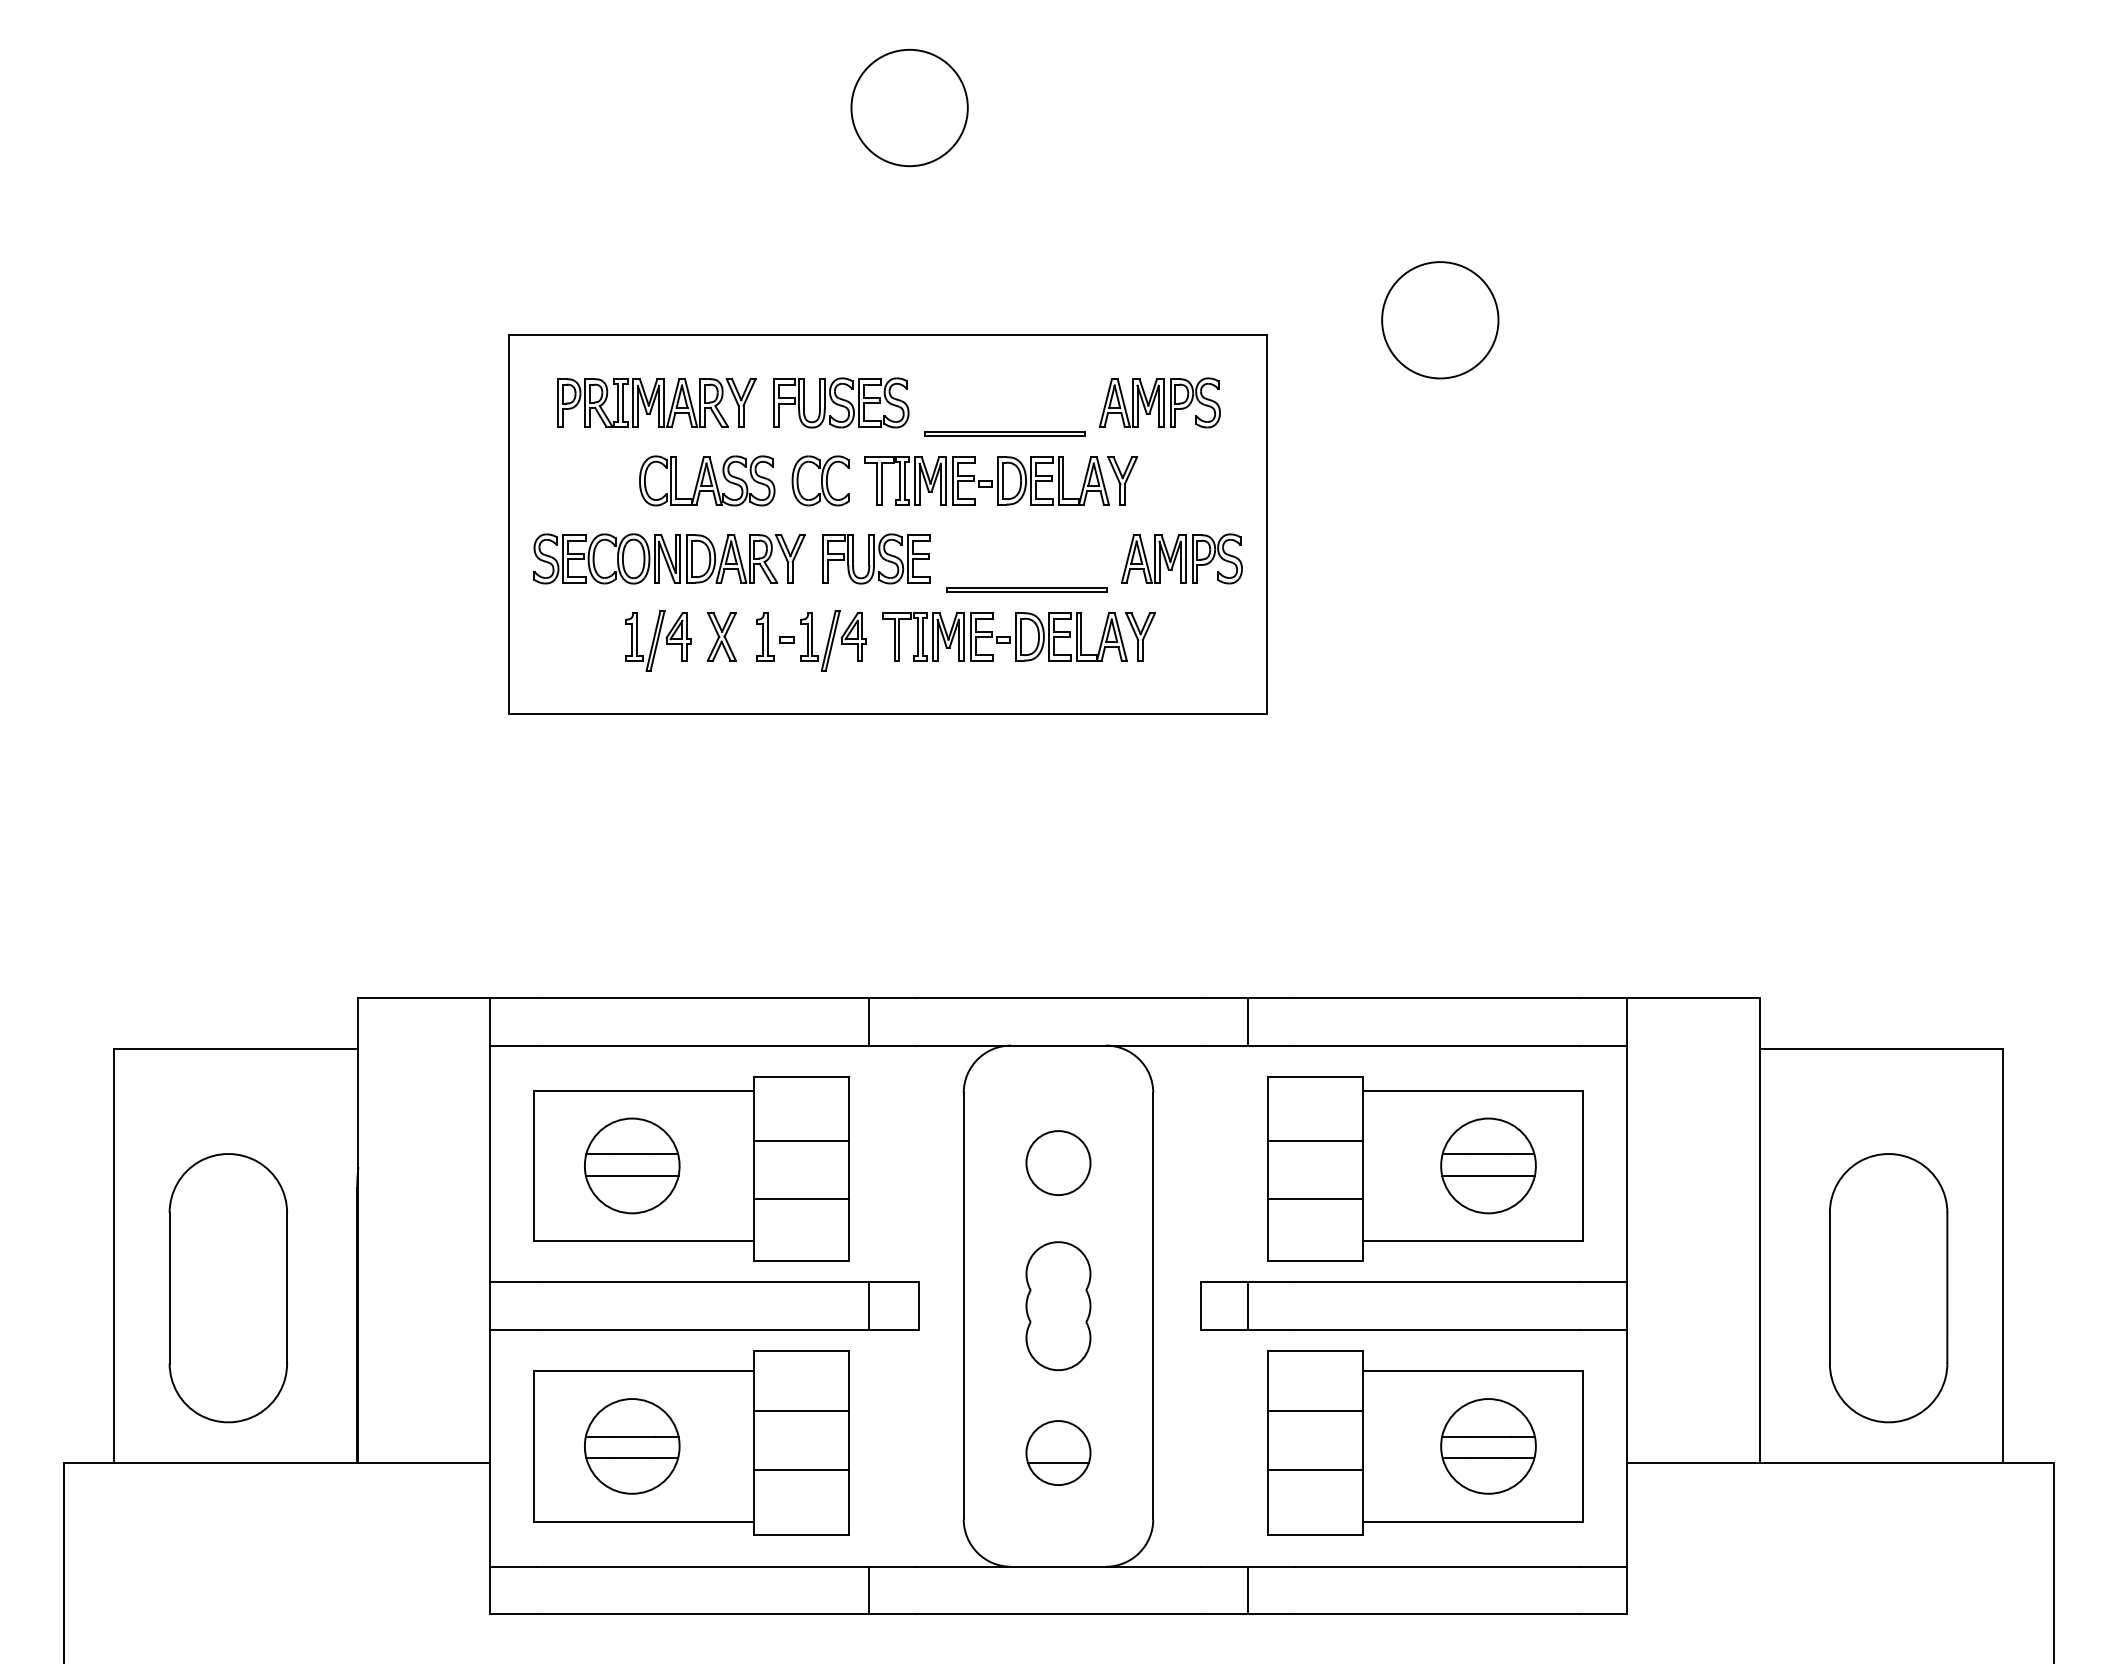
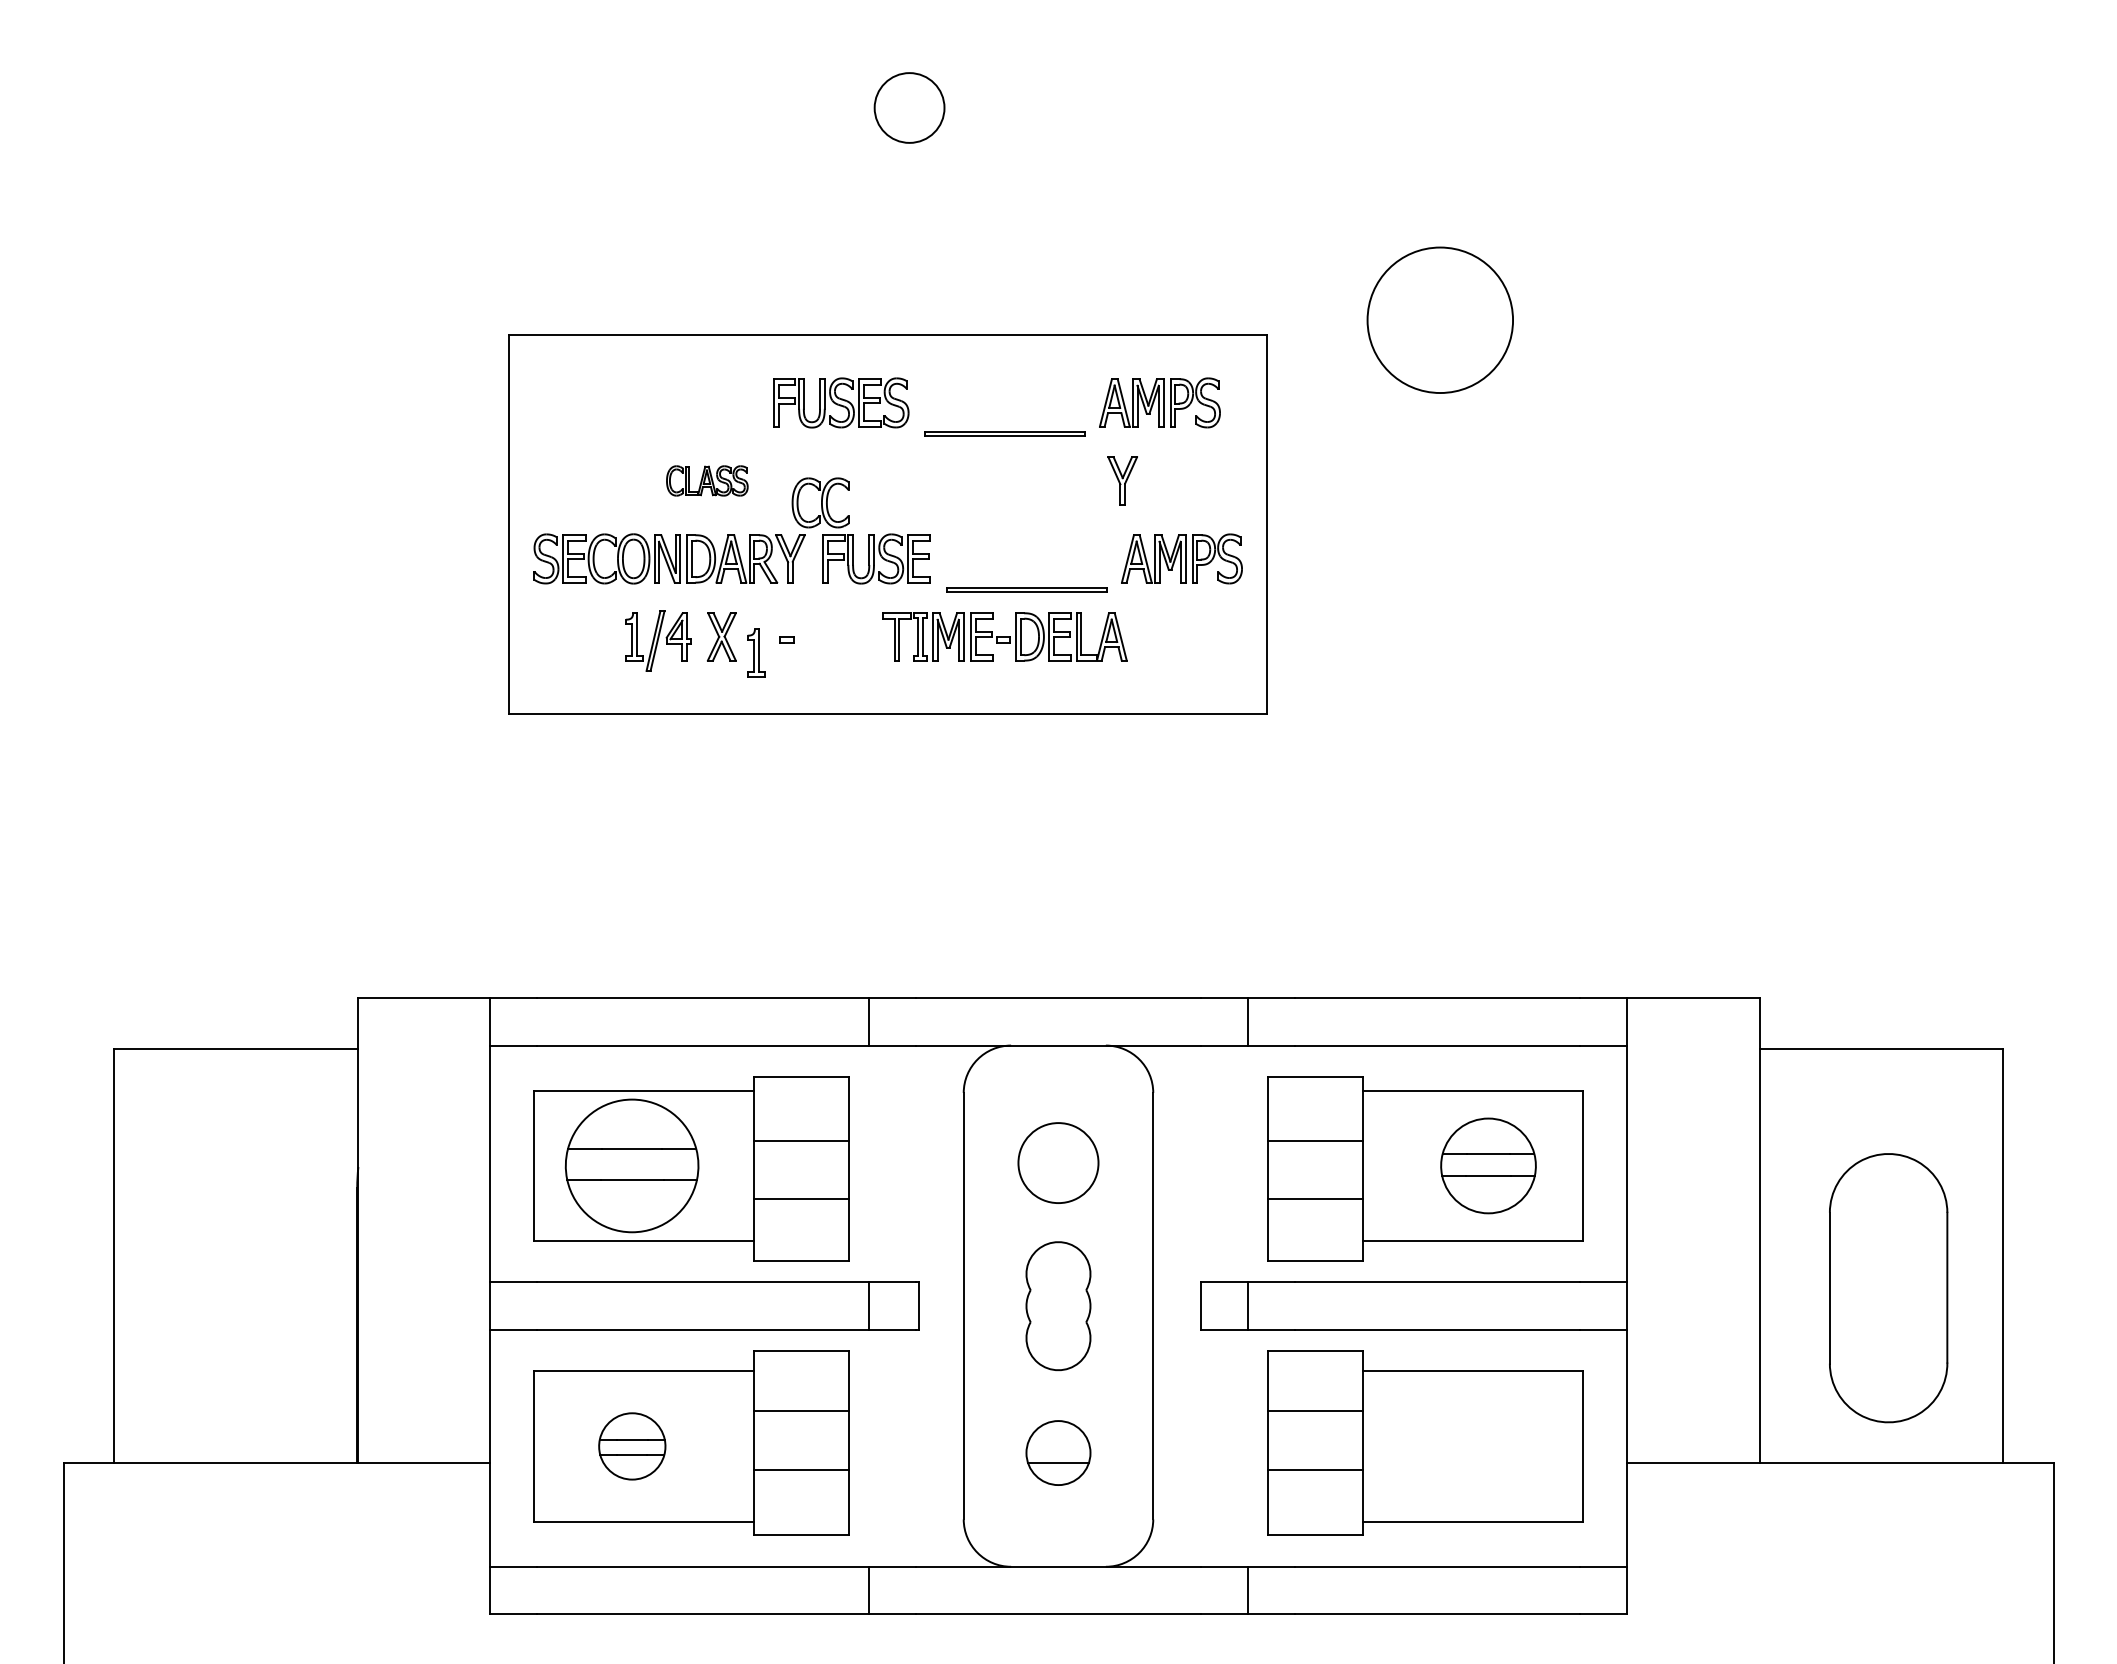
circle at (909, 107) size: 119x120 px -> 73x72 px
circle at (1440, 320) diameter: 116 px -> 145 px
part at (656, 402): present -> none
part at (707, 480) size: 137x52 px -> 83x32 px
part at (820, 480) position: (820, 480) -> (820, 502)
part at (986, 480): present -> none
part at (765, 636) position: (765, 636) -> (756, 652)
part at (1140, 636): present -> none
part at (833, 640): present -> none
circle at (1058, 1163) diameter: 64 px -> 80 px
part at (632, 1165) size: 97x98 px -> 136x136 px
part at (227, 1288): present -> none
part at (632, 1446) size: 97x97 px -> 69x69 px
part at (1488, 1446): present -> none
